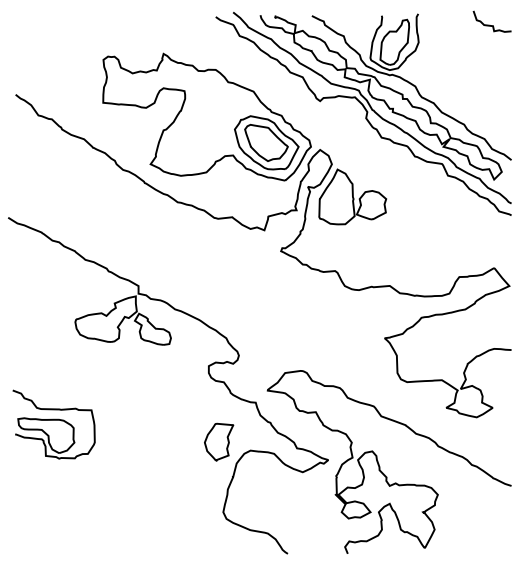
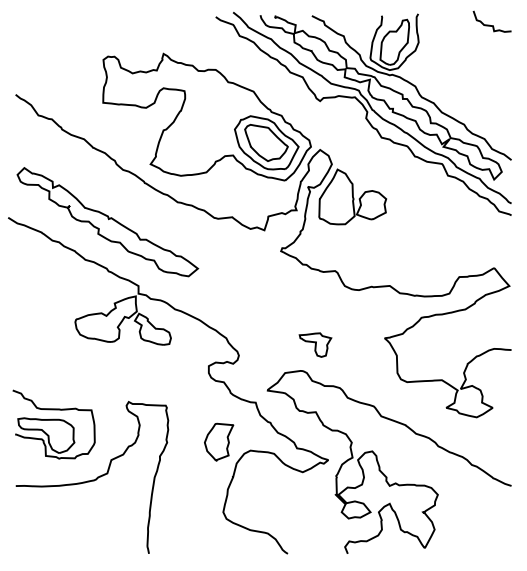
part at (107, 222): none -> present
part at (315, 344): none -> present
curve at (92, 479): none -> present
